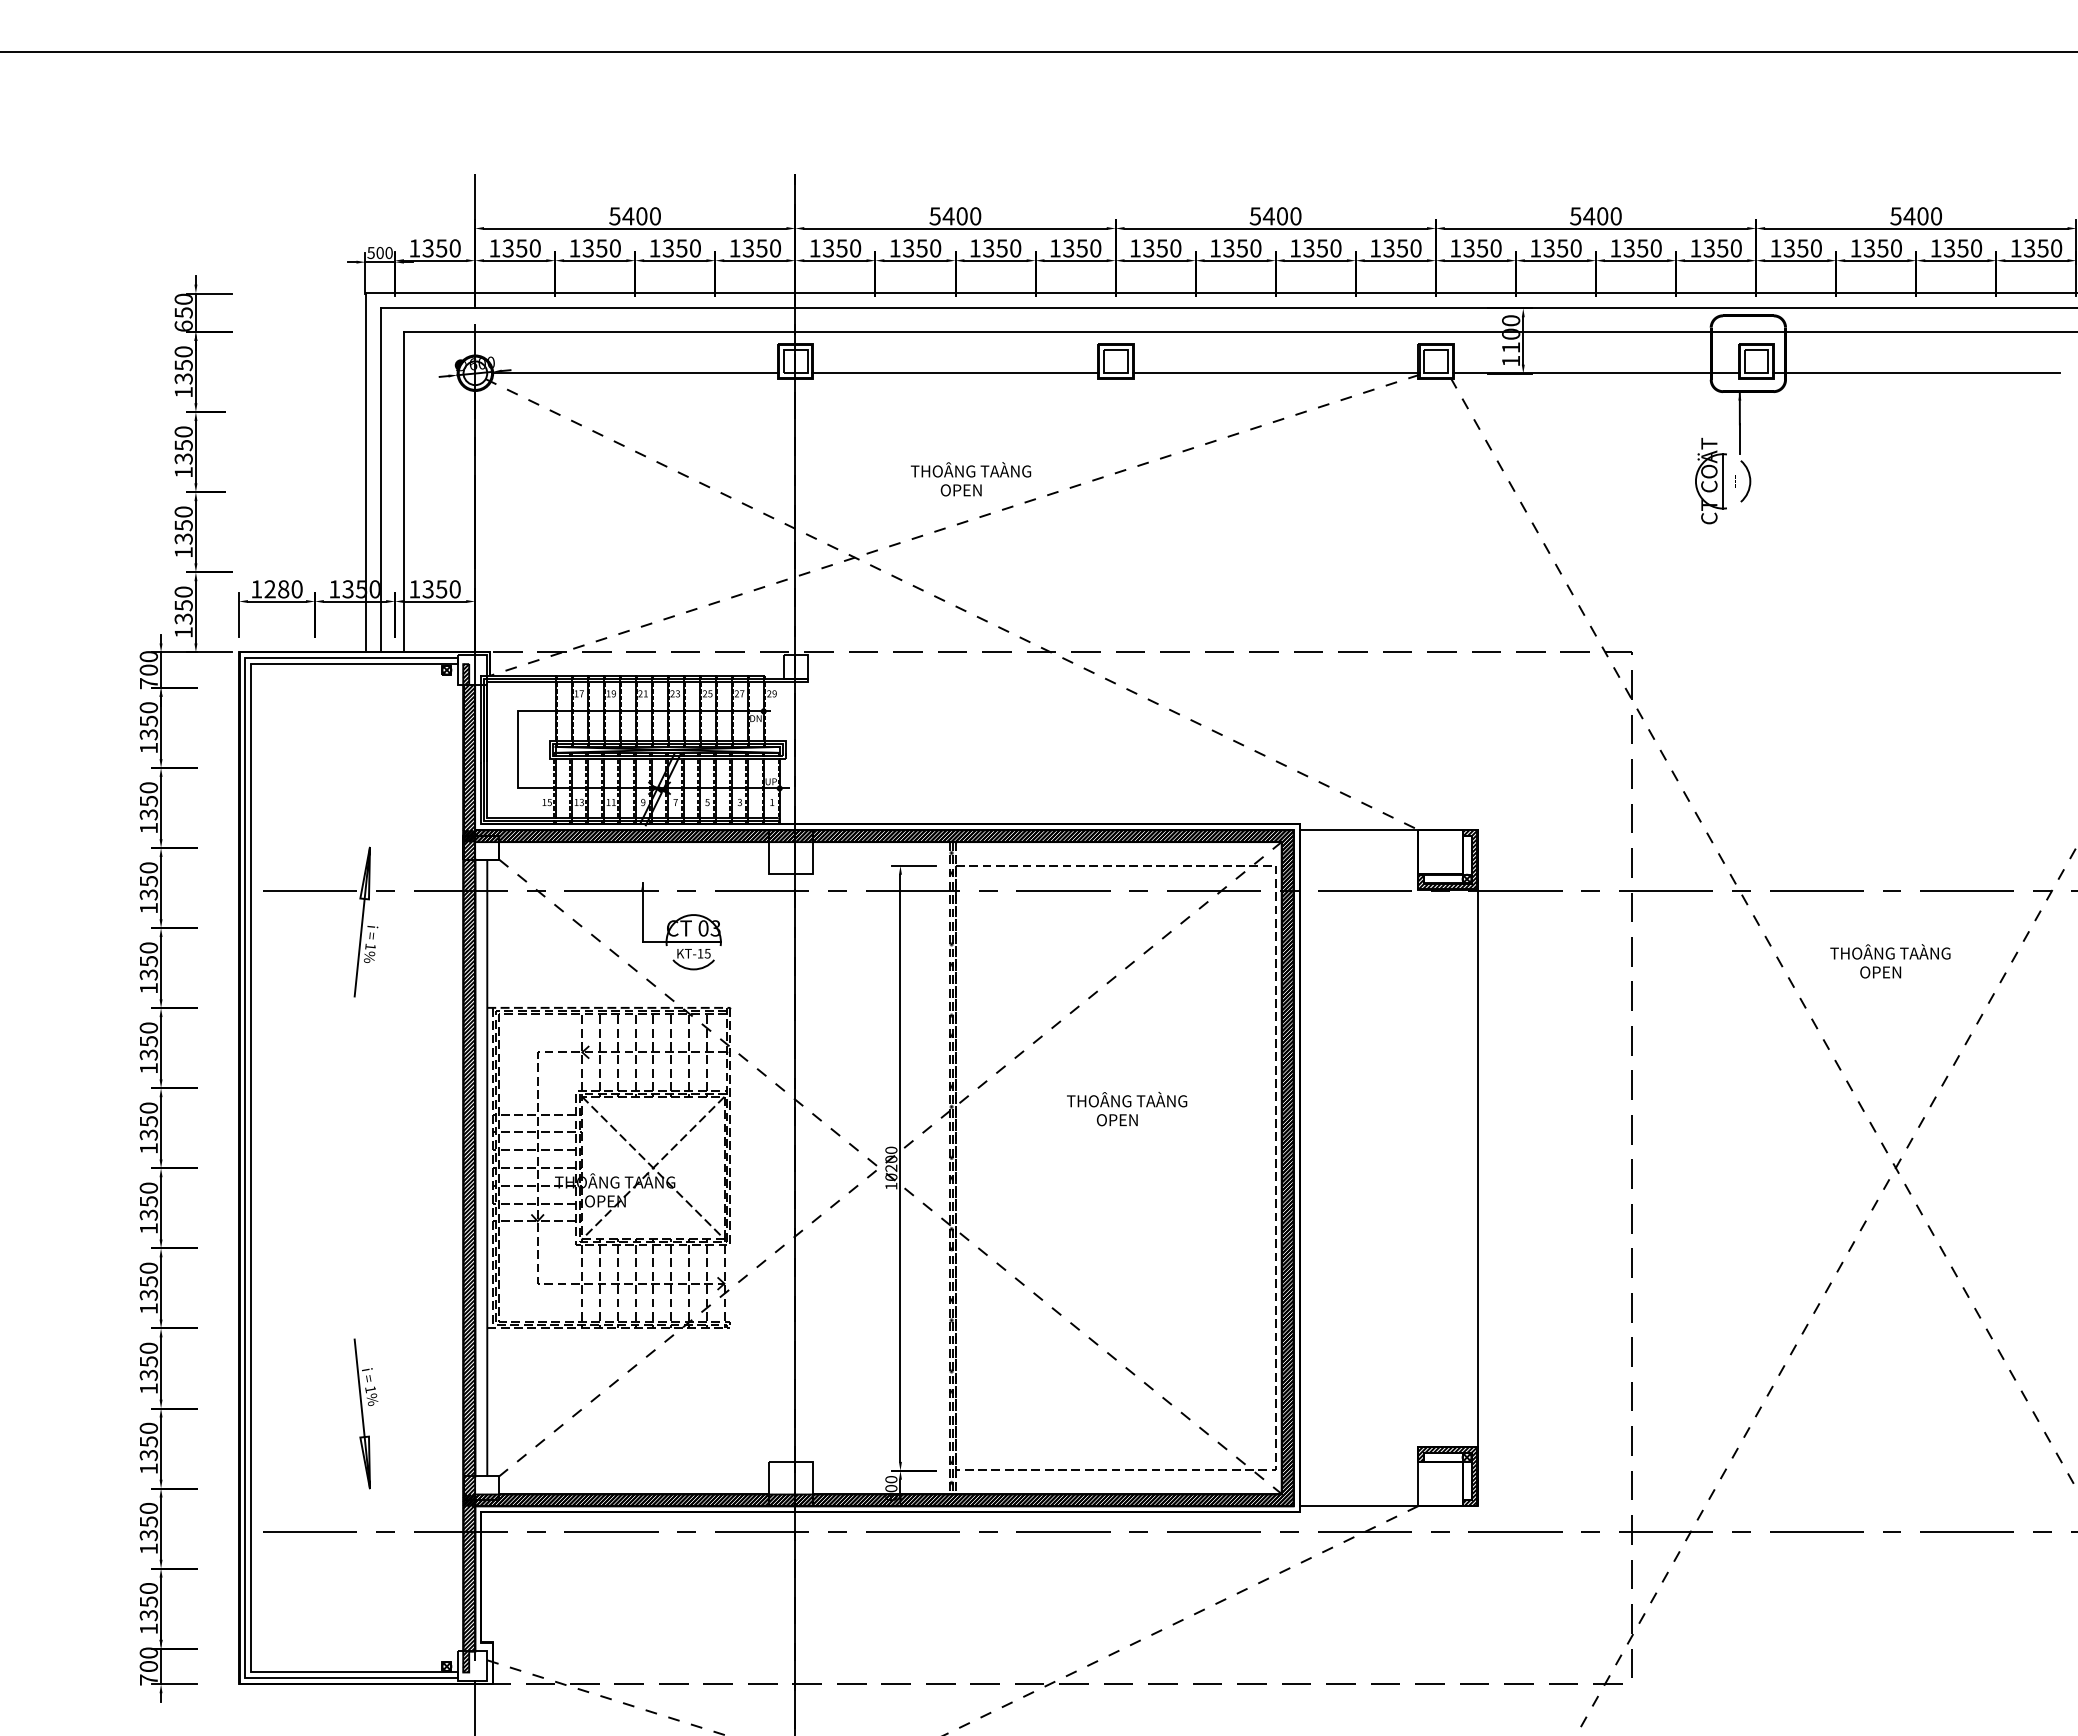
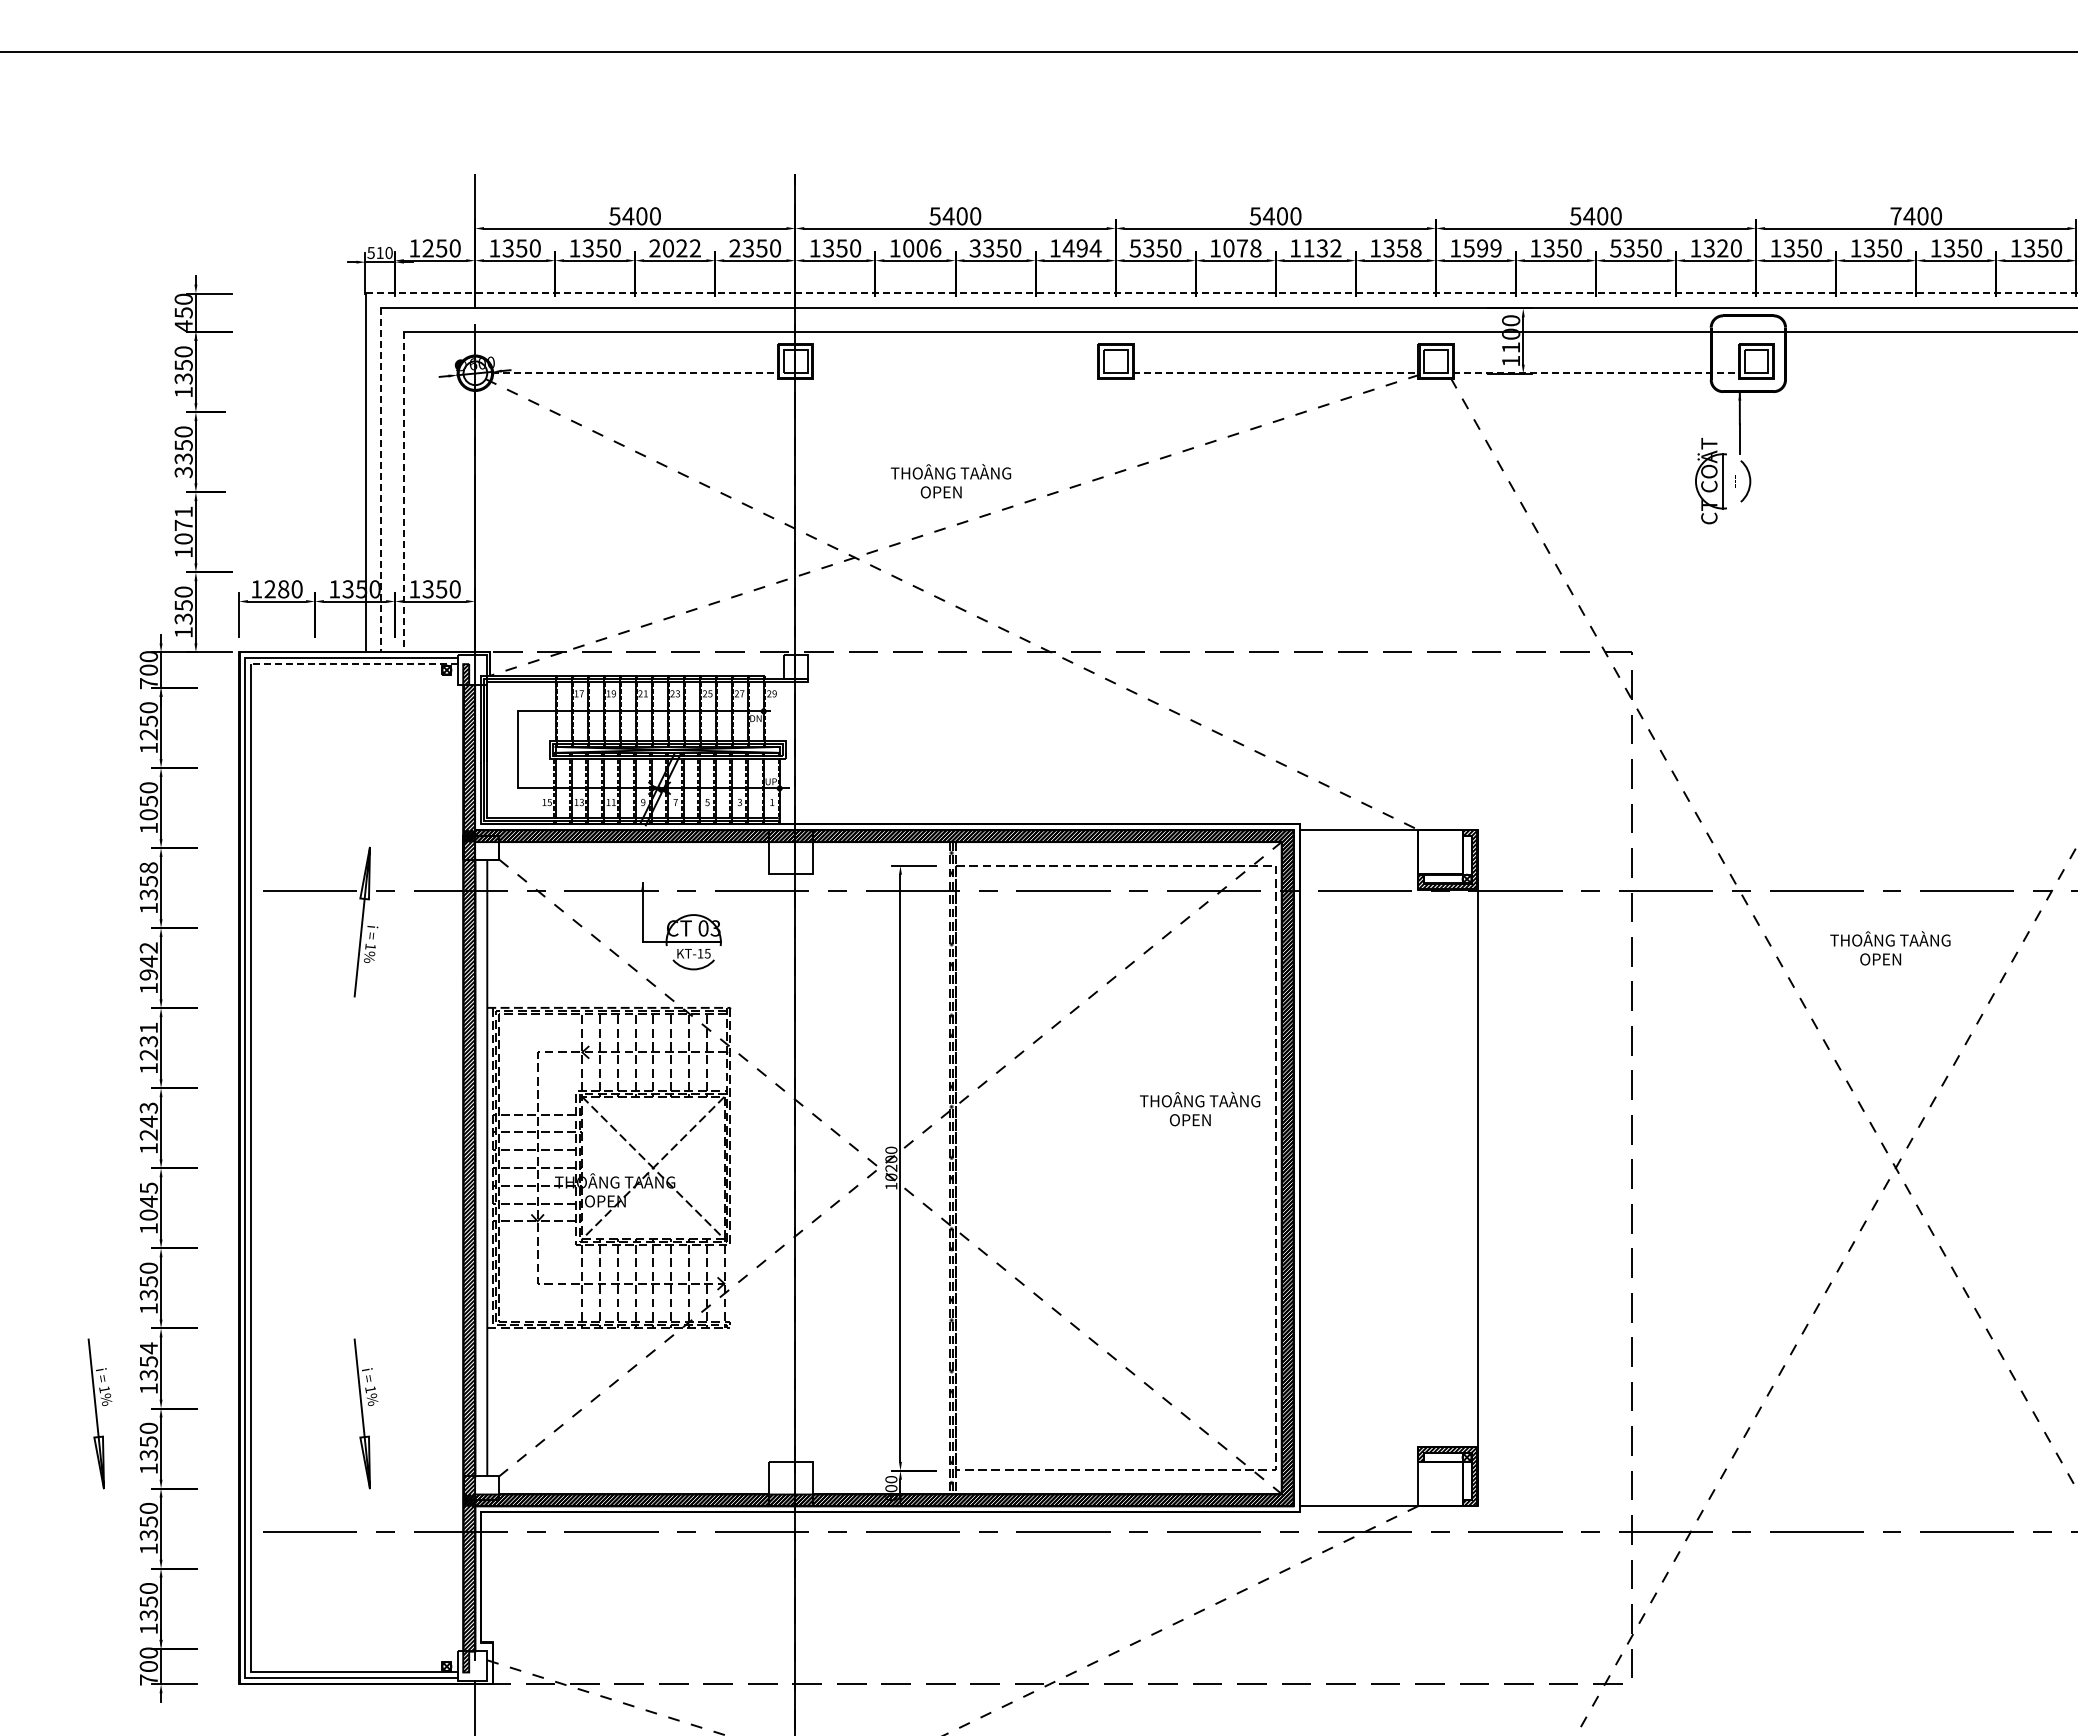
text at (1895, 216): 5400 -> 7400
text at (427, 248): 1350 -> 1250
text at (674, 248): 1350 -> 2022
text at (734, 248): 1350 -> 2350
text at (922, 248): 1350 -> 1006
text at (974, 248): 1350 -> 3350
text at (1081, 248): 1350 -> 1494
text at (1134, 248): 1350 -> 5350
text at (1242, 248): 1350 -> 1078
text at (1322, 248): 1350 -> 1132
text at (1415, 248): 1350 -> 1358
text at (1482, 248): 1350 -> 1599
text at (1615, 248): 1350 -> 5350
text at (1722, 248): 1350 -> 1320
text at (379, 252): 500 -> 510
line at (1221, 293): solid -> dashed
text at (183, 325): 650 -> 450
line at (635, 373): solid -> dashed
line at (955, 373): present -> none
line at (1276, 373): solid -> dashed
line at (1596, 373): solid -> dashed
line at (1916, 373): present -> none
text at (183, 472): 1350 -> 3350
text at (970, 479) position: (970, 479) -> (950, 481)
line at (380, 480): solid -> dashed
line at (404, 492): solid -> dashed
text at (183, 525): 1350 -> 1071
line at (353, 663): solid -> dashed
text at (149, 734): 1350 -> 1250
text at (148, 814): 1350 -> 1050
text at (148, 867): 1350 -> 1358
text at (148, 961): 1350 -> 1942
text at (1890, 961) position: (1890, 961) -> (1890, 948)
text at (148, 1041): 1350 -> 1231
text at (1127, 1108) position: (1127, 1108) -> (1200, 1108)
text at (148, 1121): 1350 -> 1243
text at (148, 1201): 1350 -> 1045
text at (148, 1348): 1350 -> 1354
part at (99, 1413): none -> present
